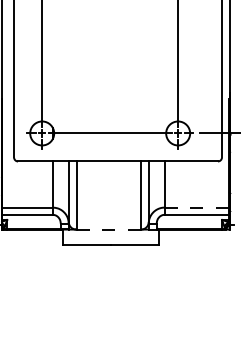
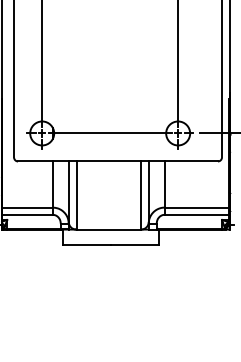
line at (196, 207): dashed -> solid
line at (108, 229): dashed -> solid
